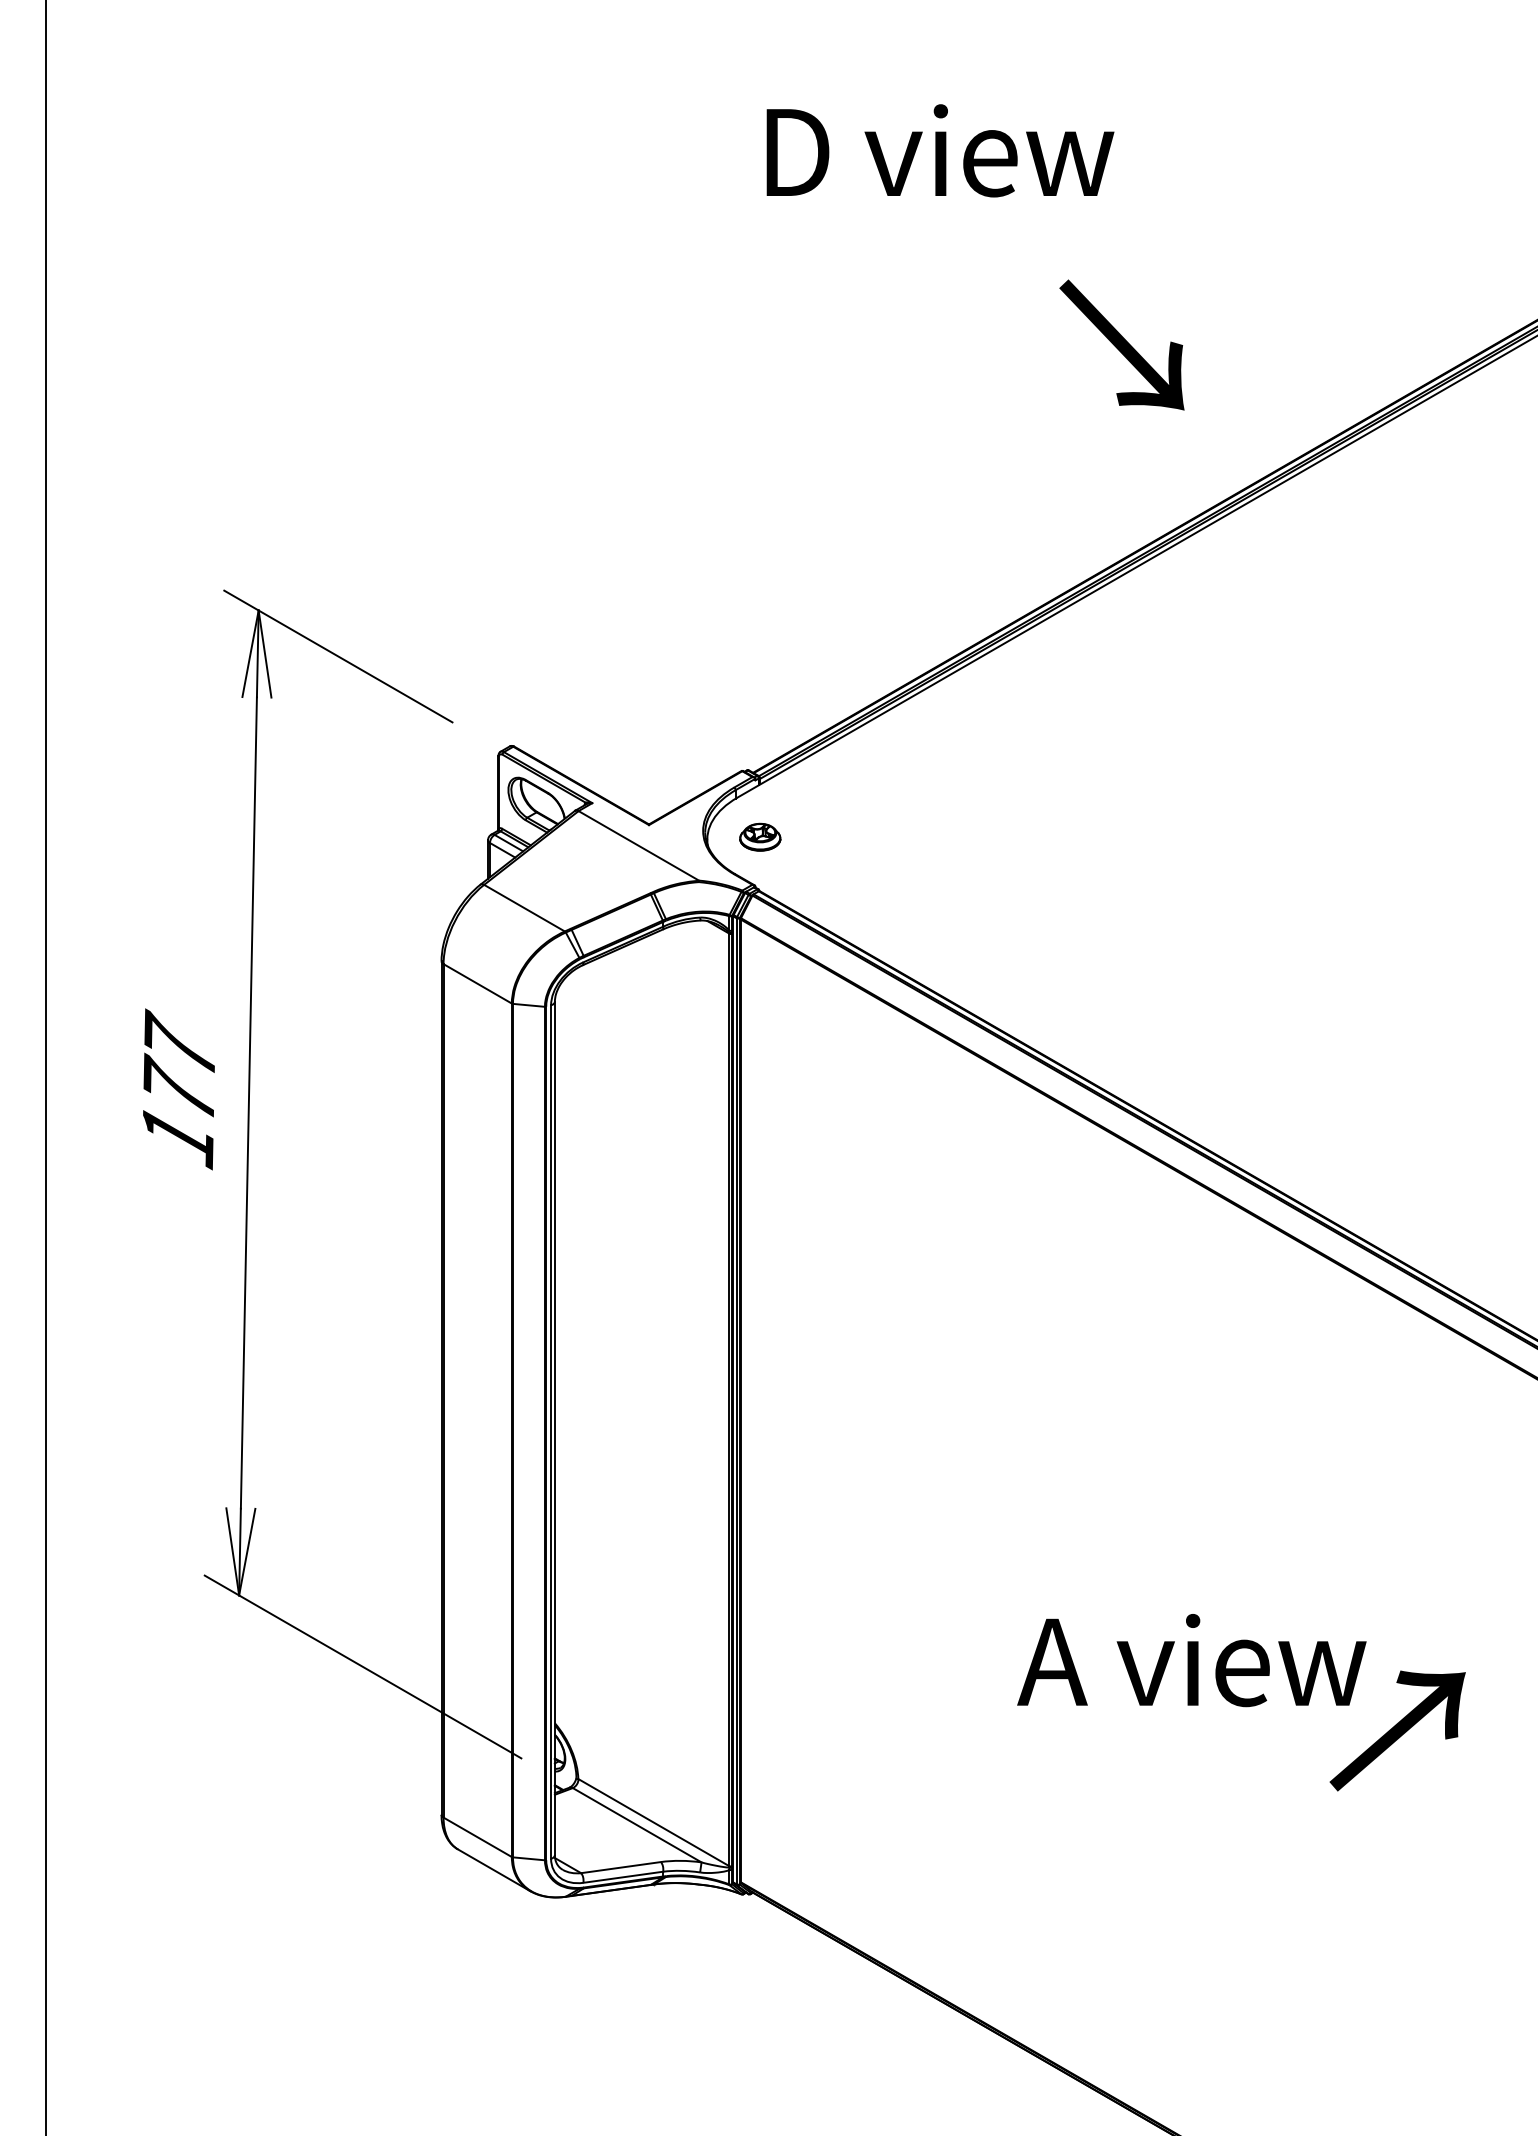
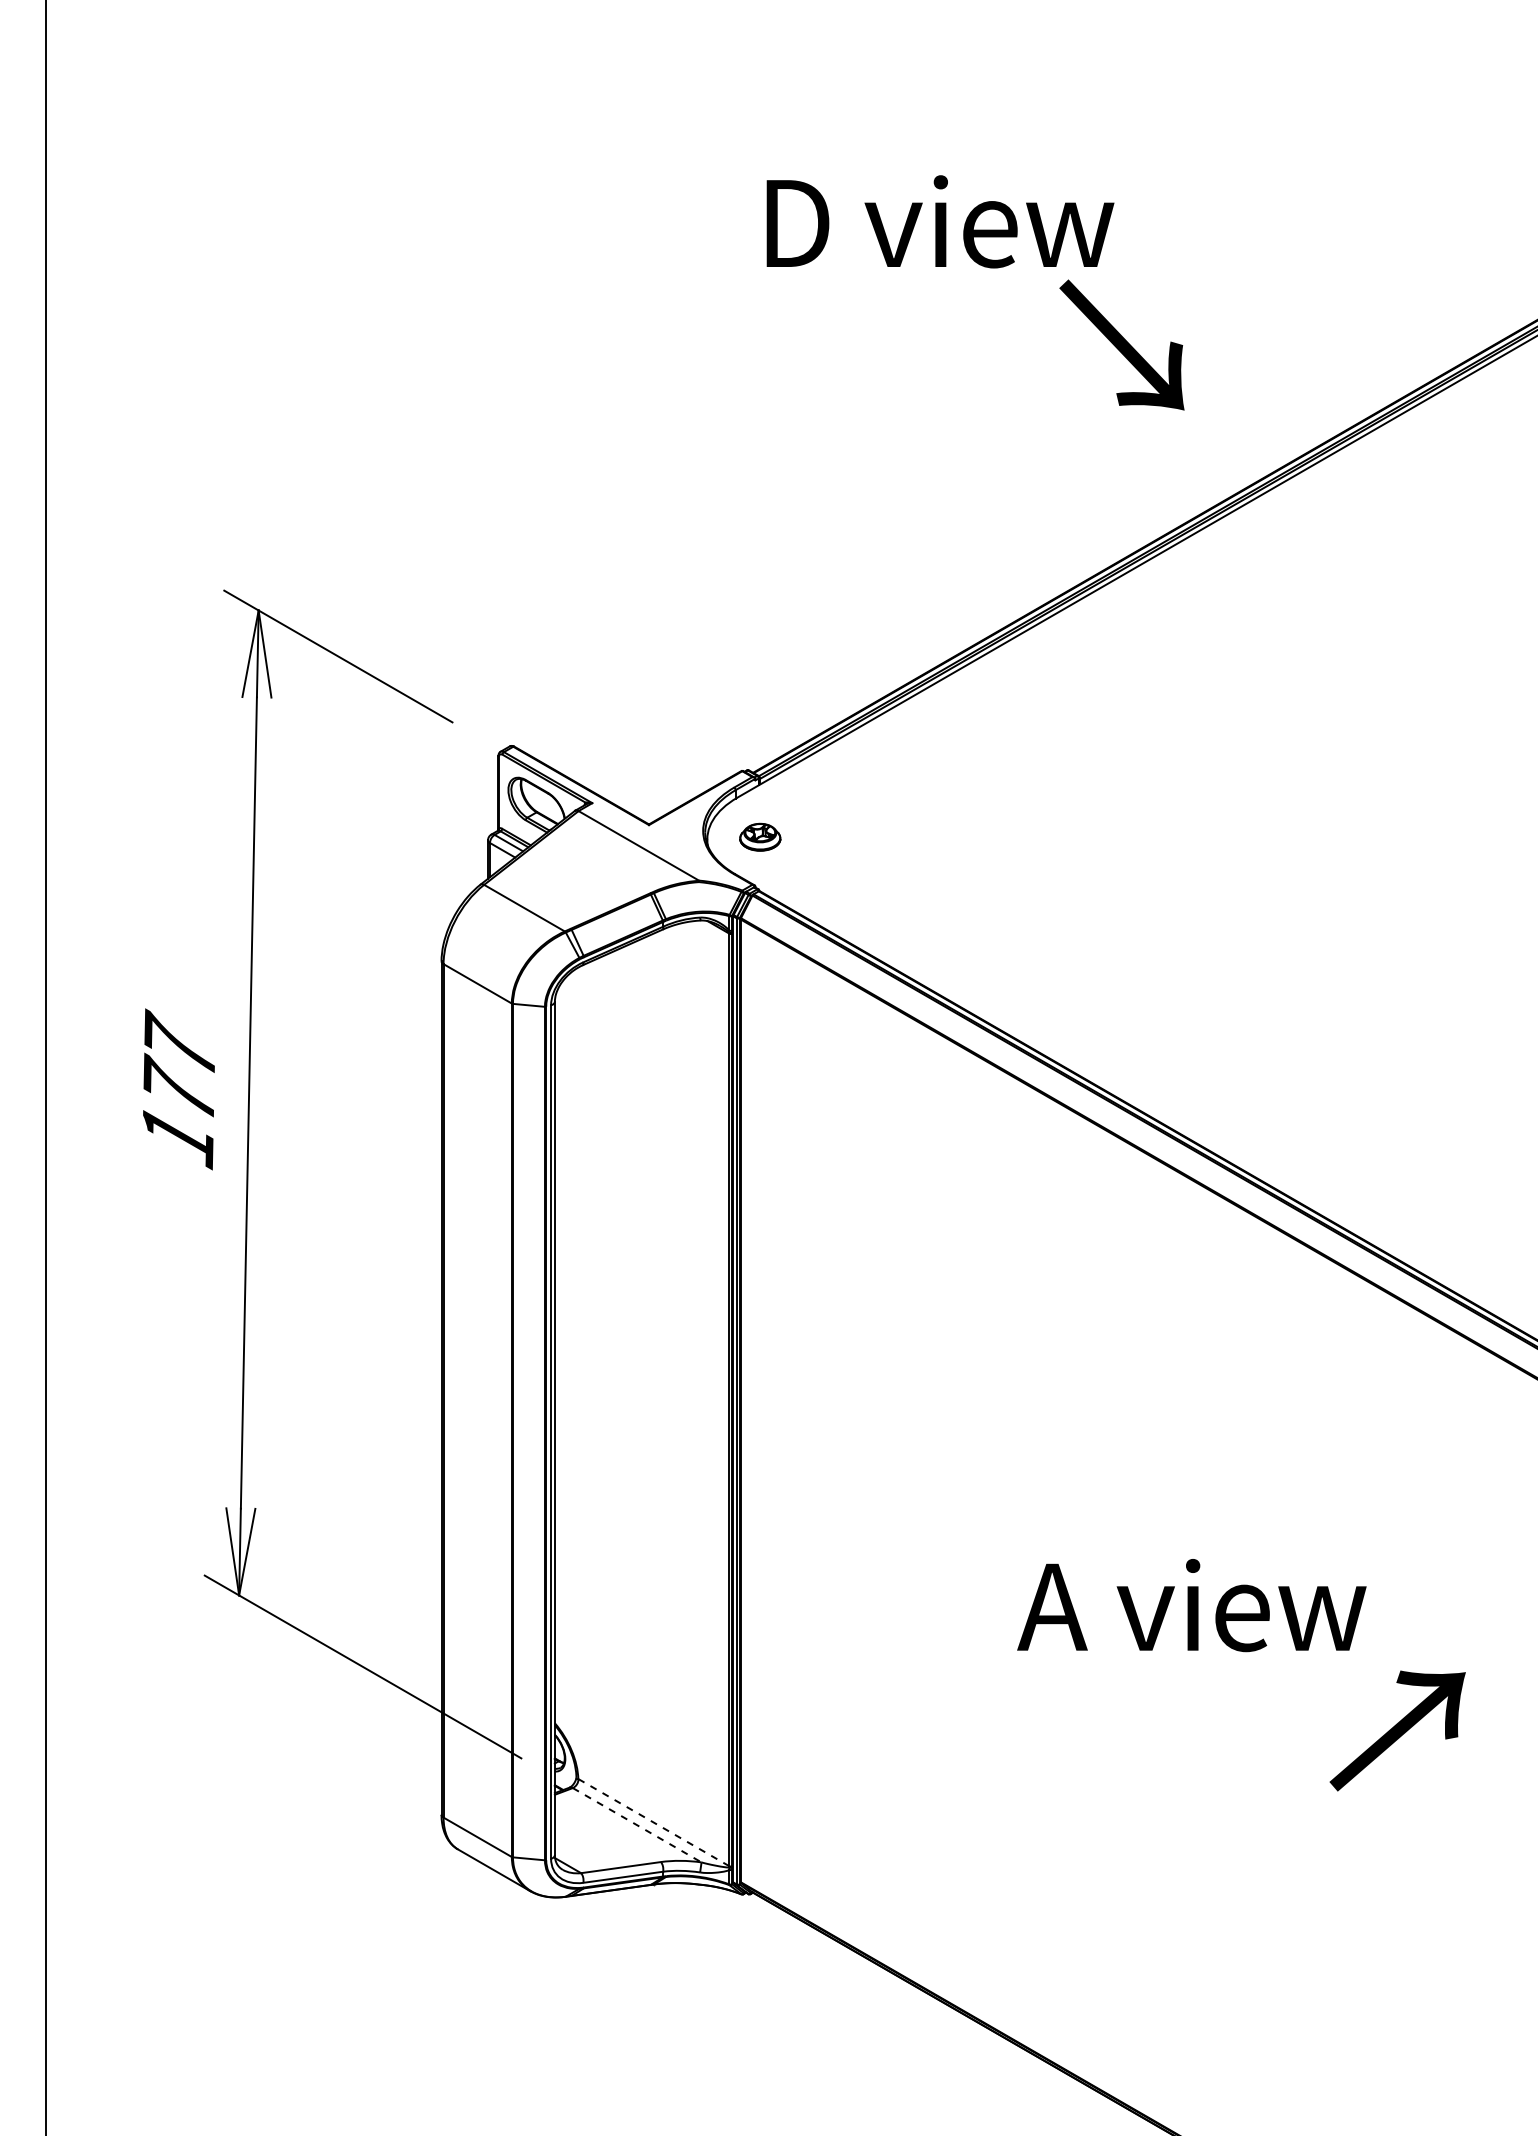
text at (940, 150) position: (940, 150) -> (940, 221)
text at (1191, 1660) position: (1191, 1660) -> (1191, 1605)
line at (653, 1822): solid -> dashed
line at (637, 1825): solid -> dashed
